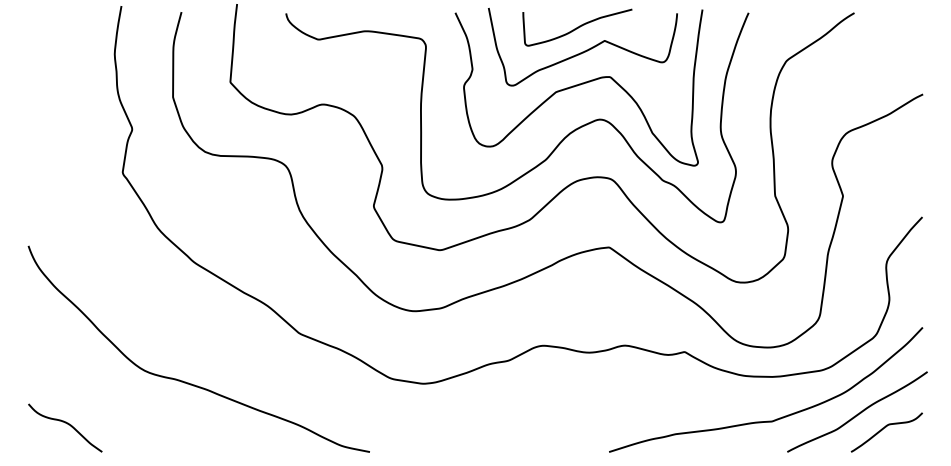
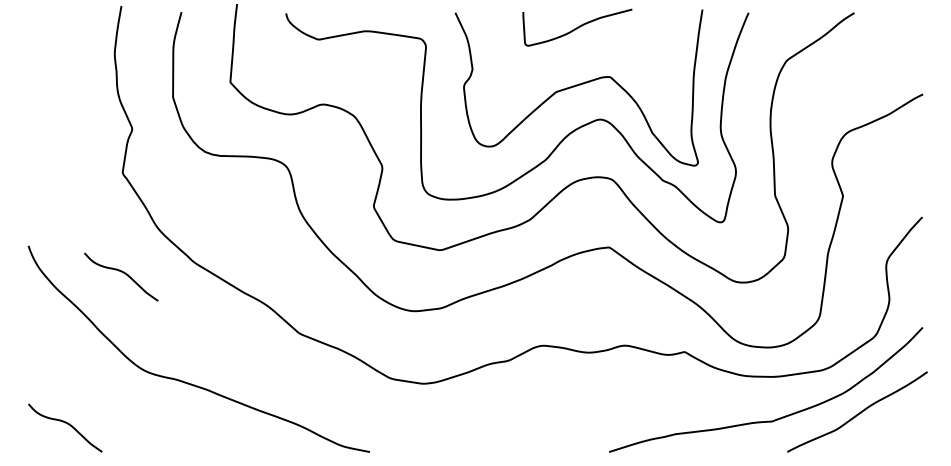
curve at (584, 50): present -> none
curve at (123, 273): none -> present
curve at (883, 429): present -> none
